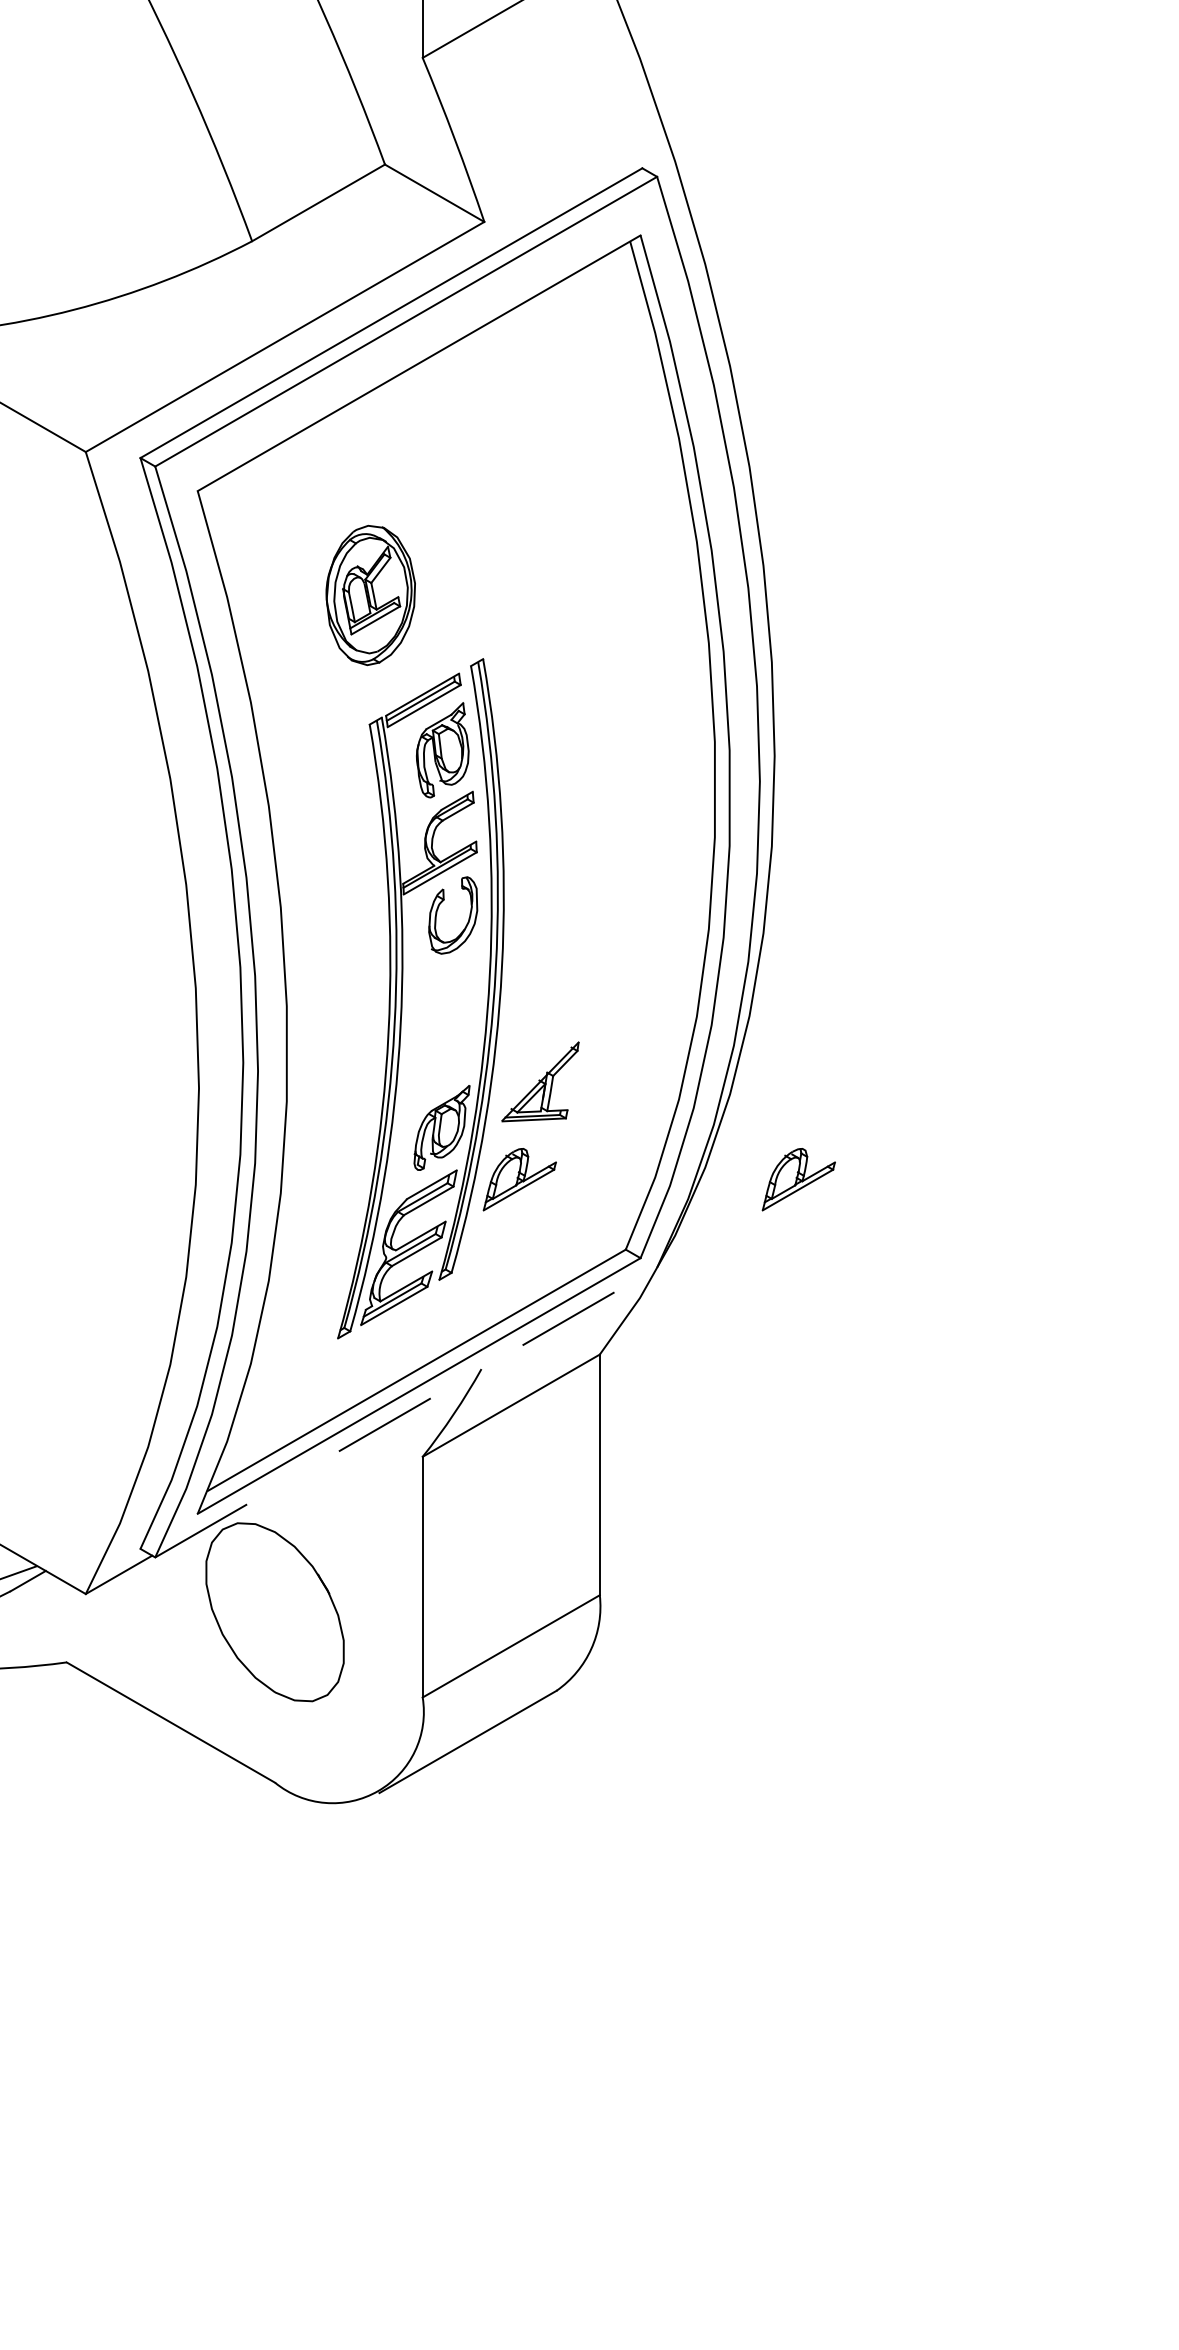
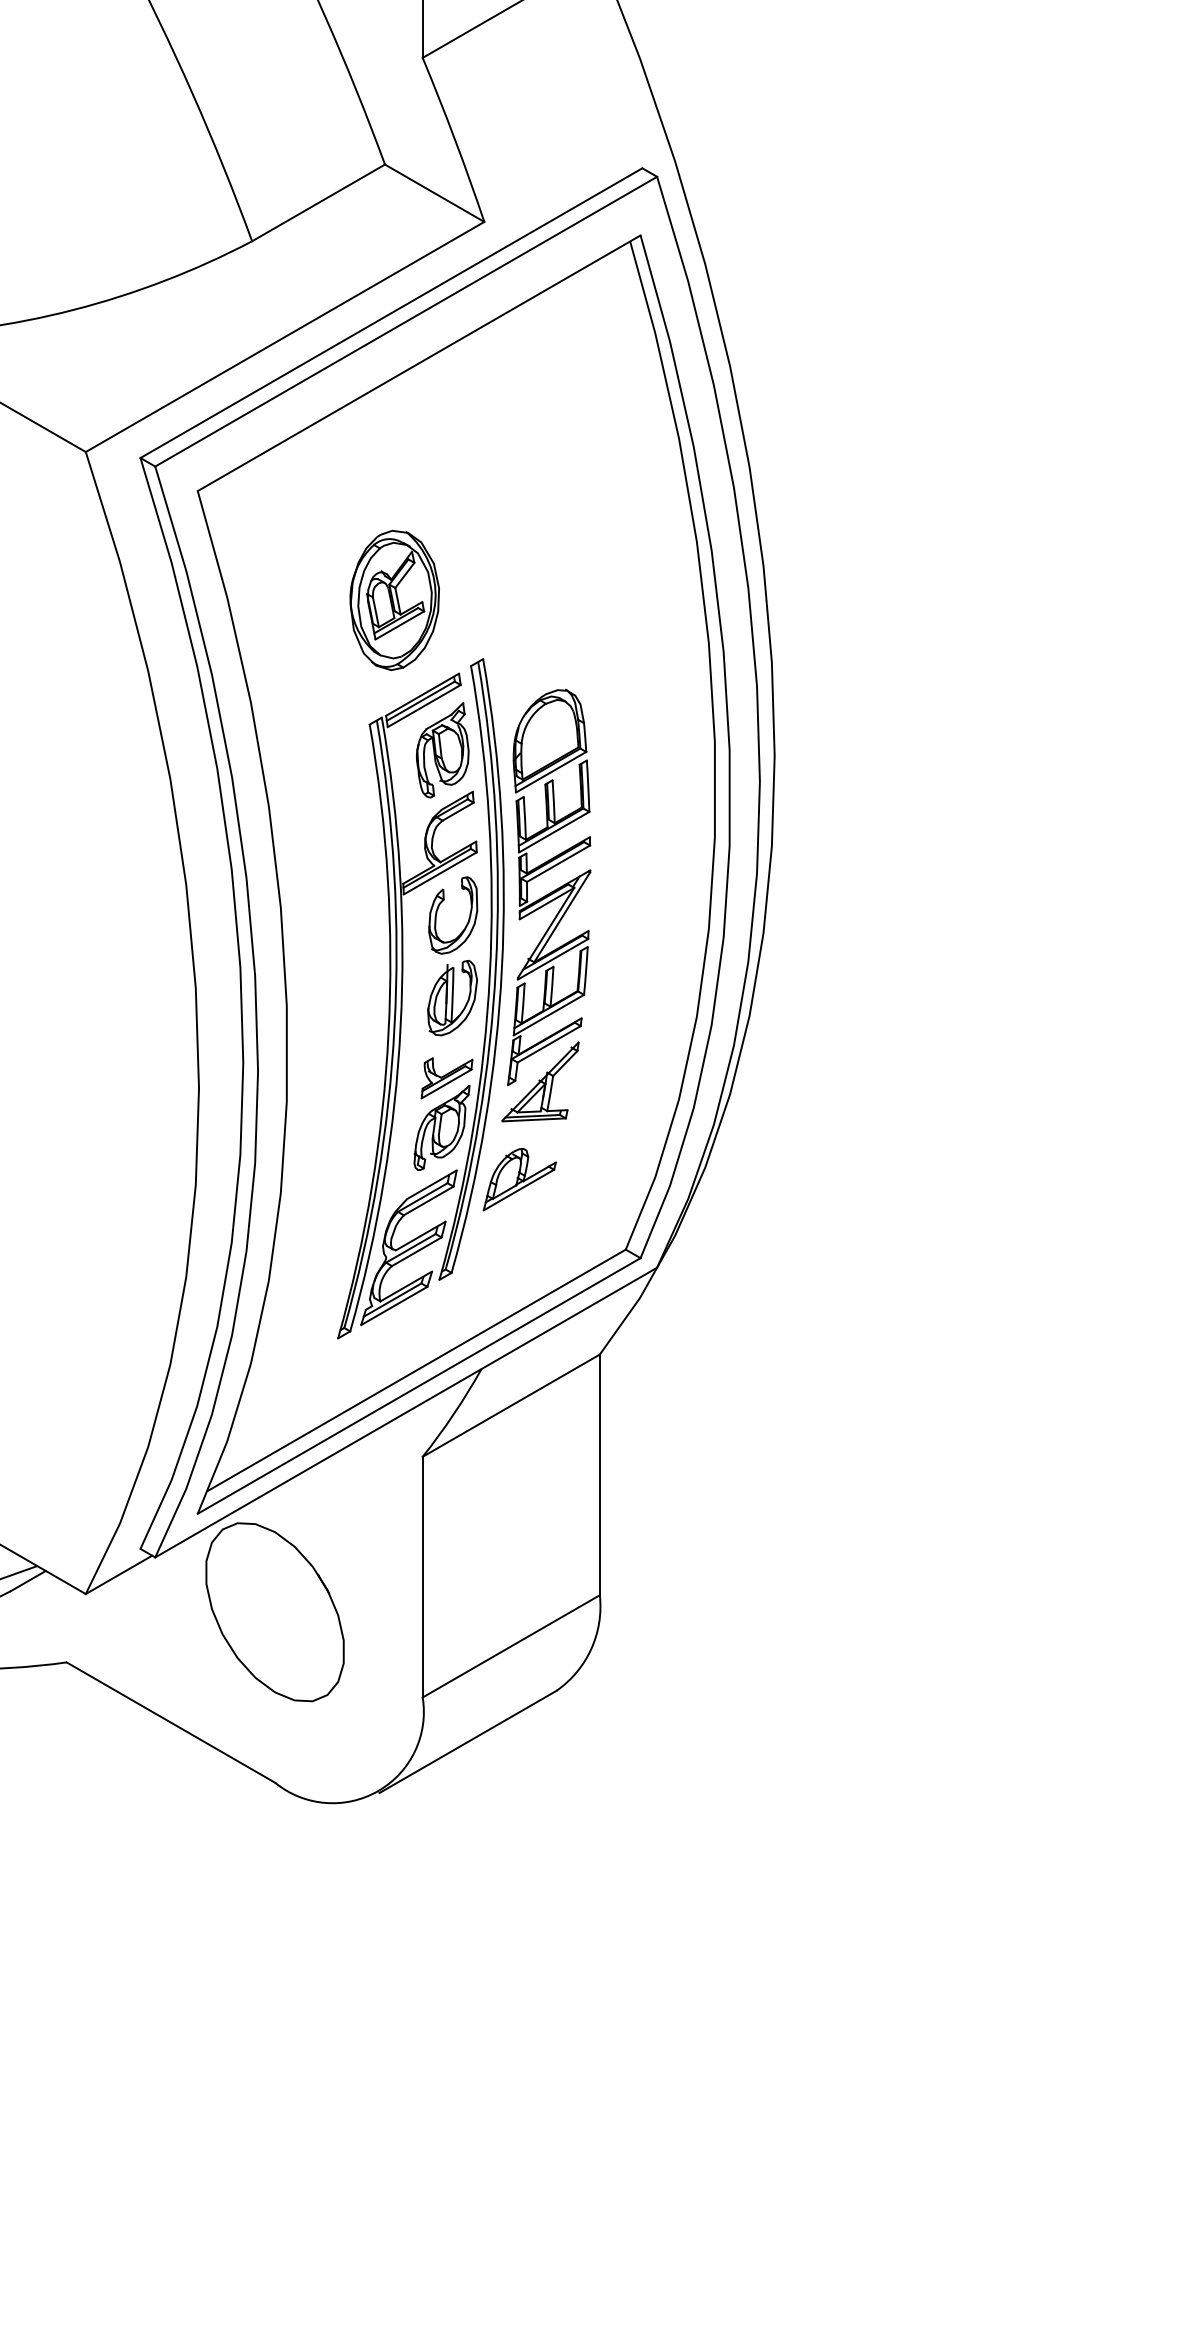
part at (370, 595) position: (370, 595) -> (394, 600)
part at (549, 887): none -> present
part at (452, 998): none -> present
part at (446, 1078): none -> present
part at (798, 1179): present -> none
line at (406, 1412): dashed -> solid
